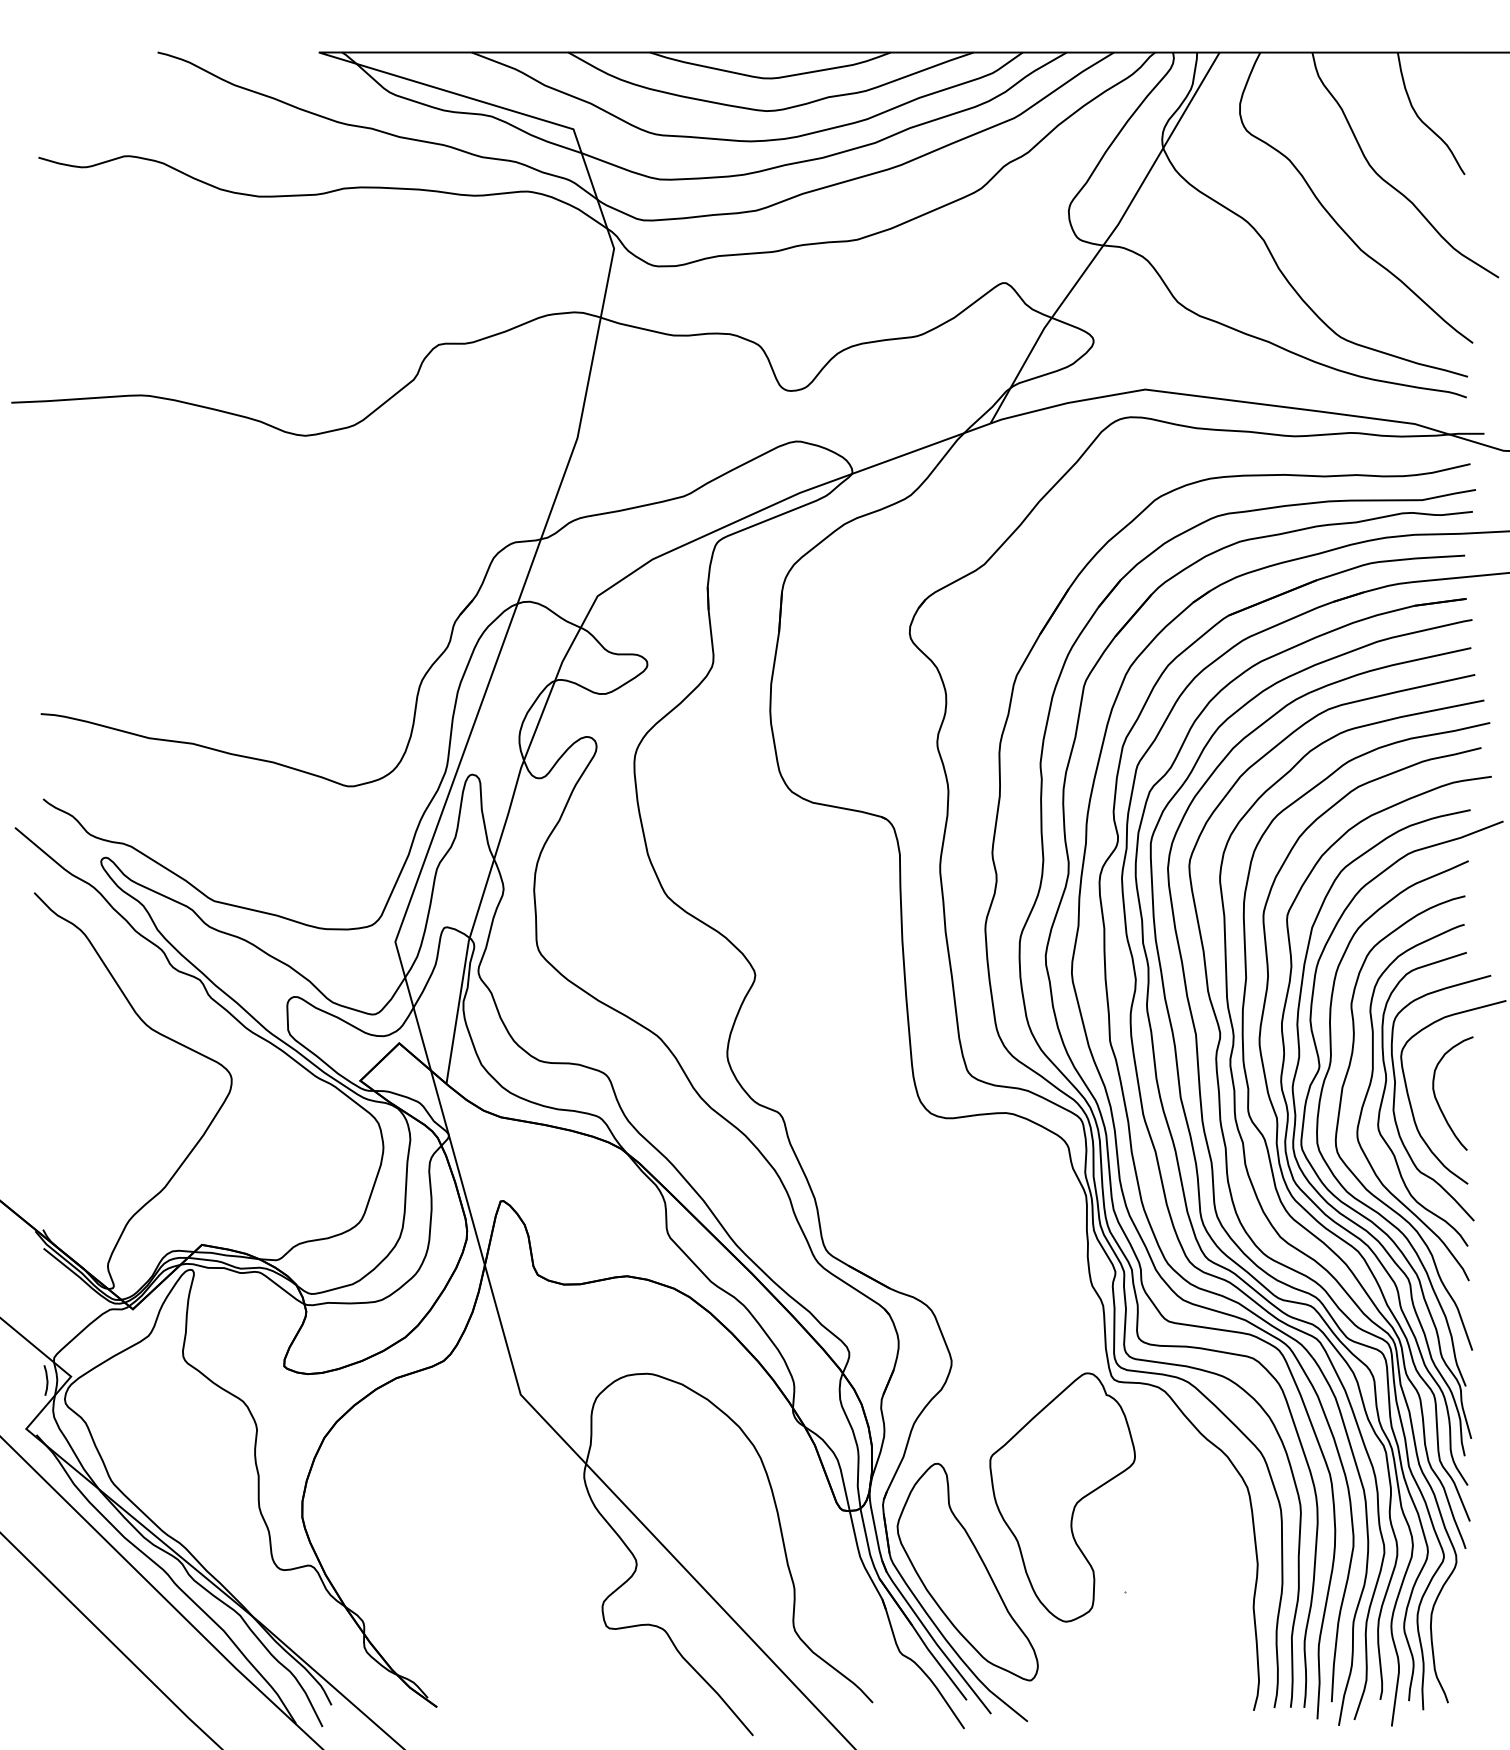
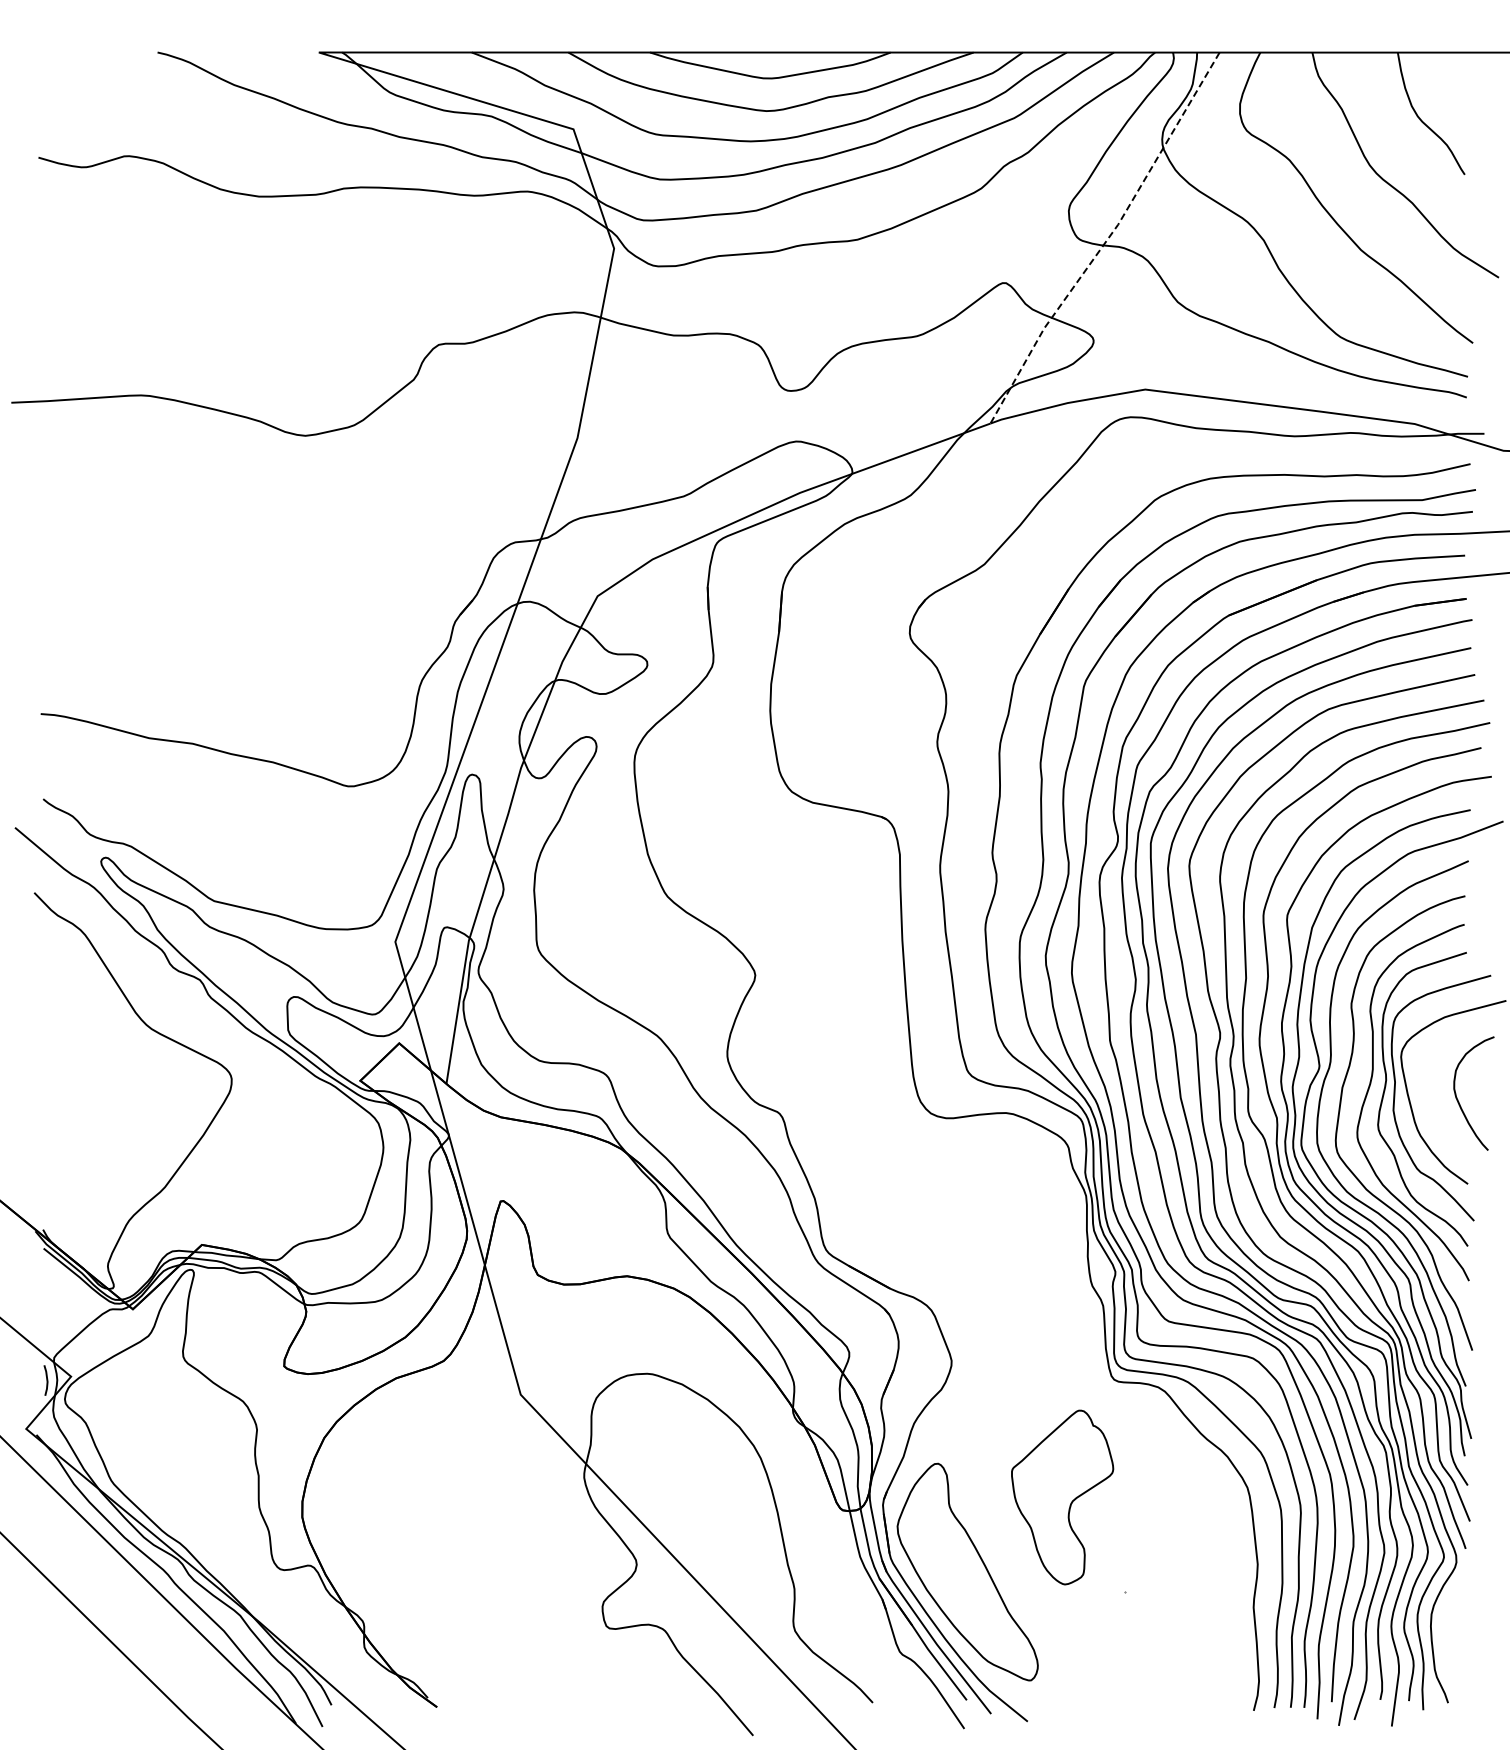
line at (1107, 240): solid -> dashed
curve at (1438, 1101) position: (1438, 1101) -> (1459, 1101)
part at (1062, 1497) size: 147x251 px -> 104x177 px
